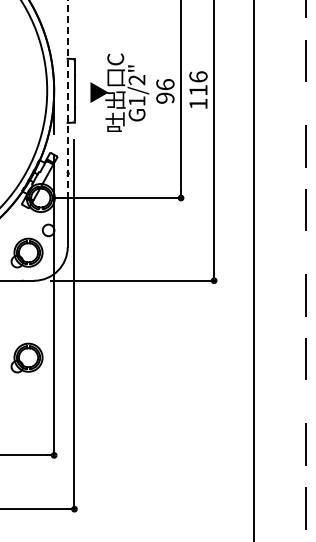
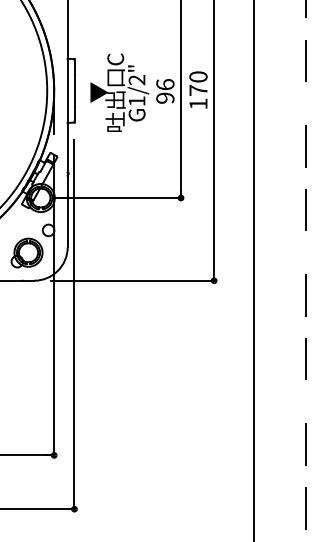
text at (198, 83): 116 -> 170
line at (67, 98): dashed -> solid
part at (26, 357): present -> none
